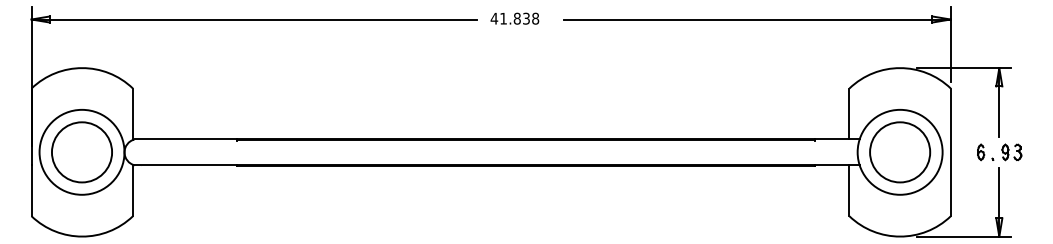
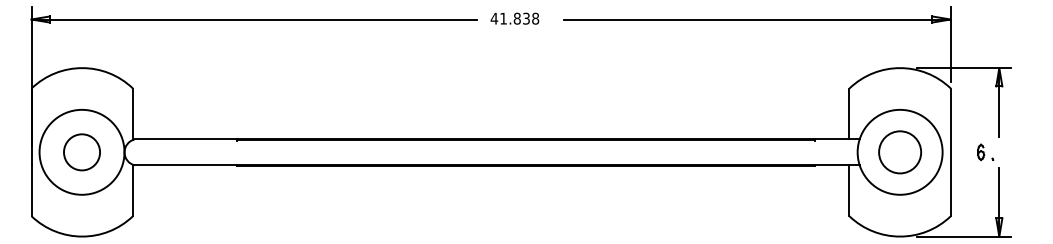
circle at (81, 152) diameter: 60 px -> 36 px
circle at (900, 152) diameter: 60 px -> 42 px
part at (1011, 152): present -> none
